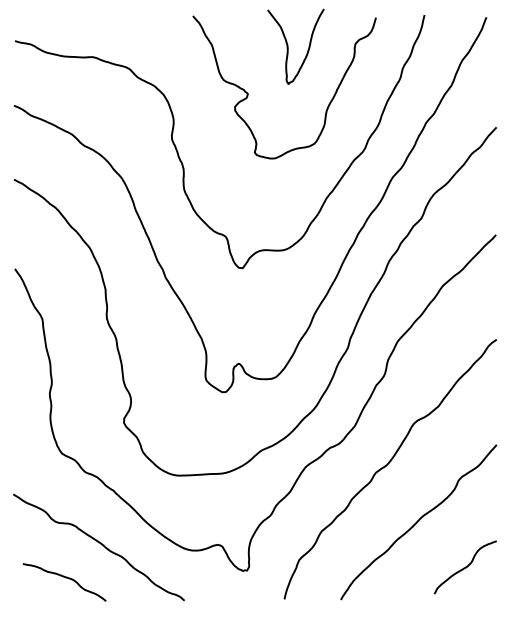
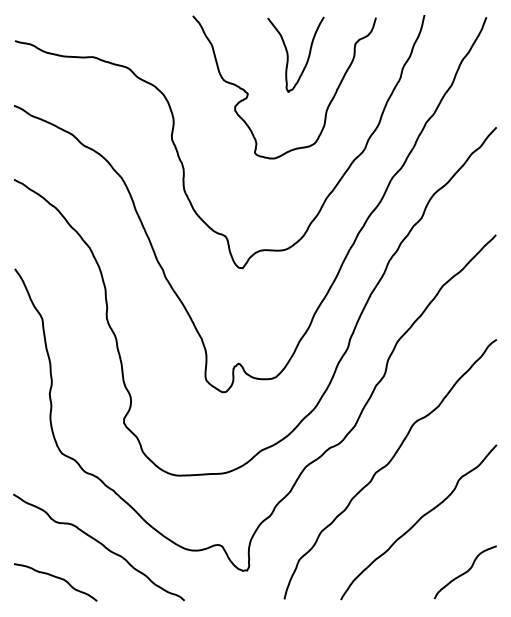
curve at (288, 46) position: (288, 46) -> (288, 54)
curve at (464, 567) position: (464, 567) -> (464, 572)
curve at (65, 578) position: (65, 578) -> (56, 578)
